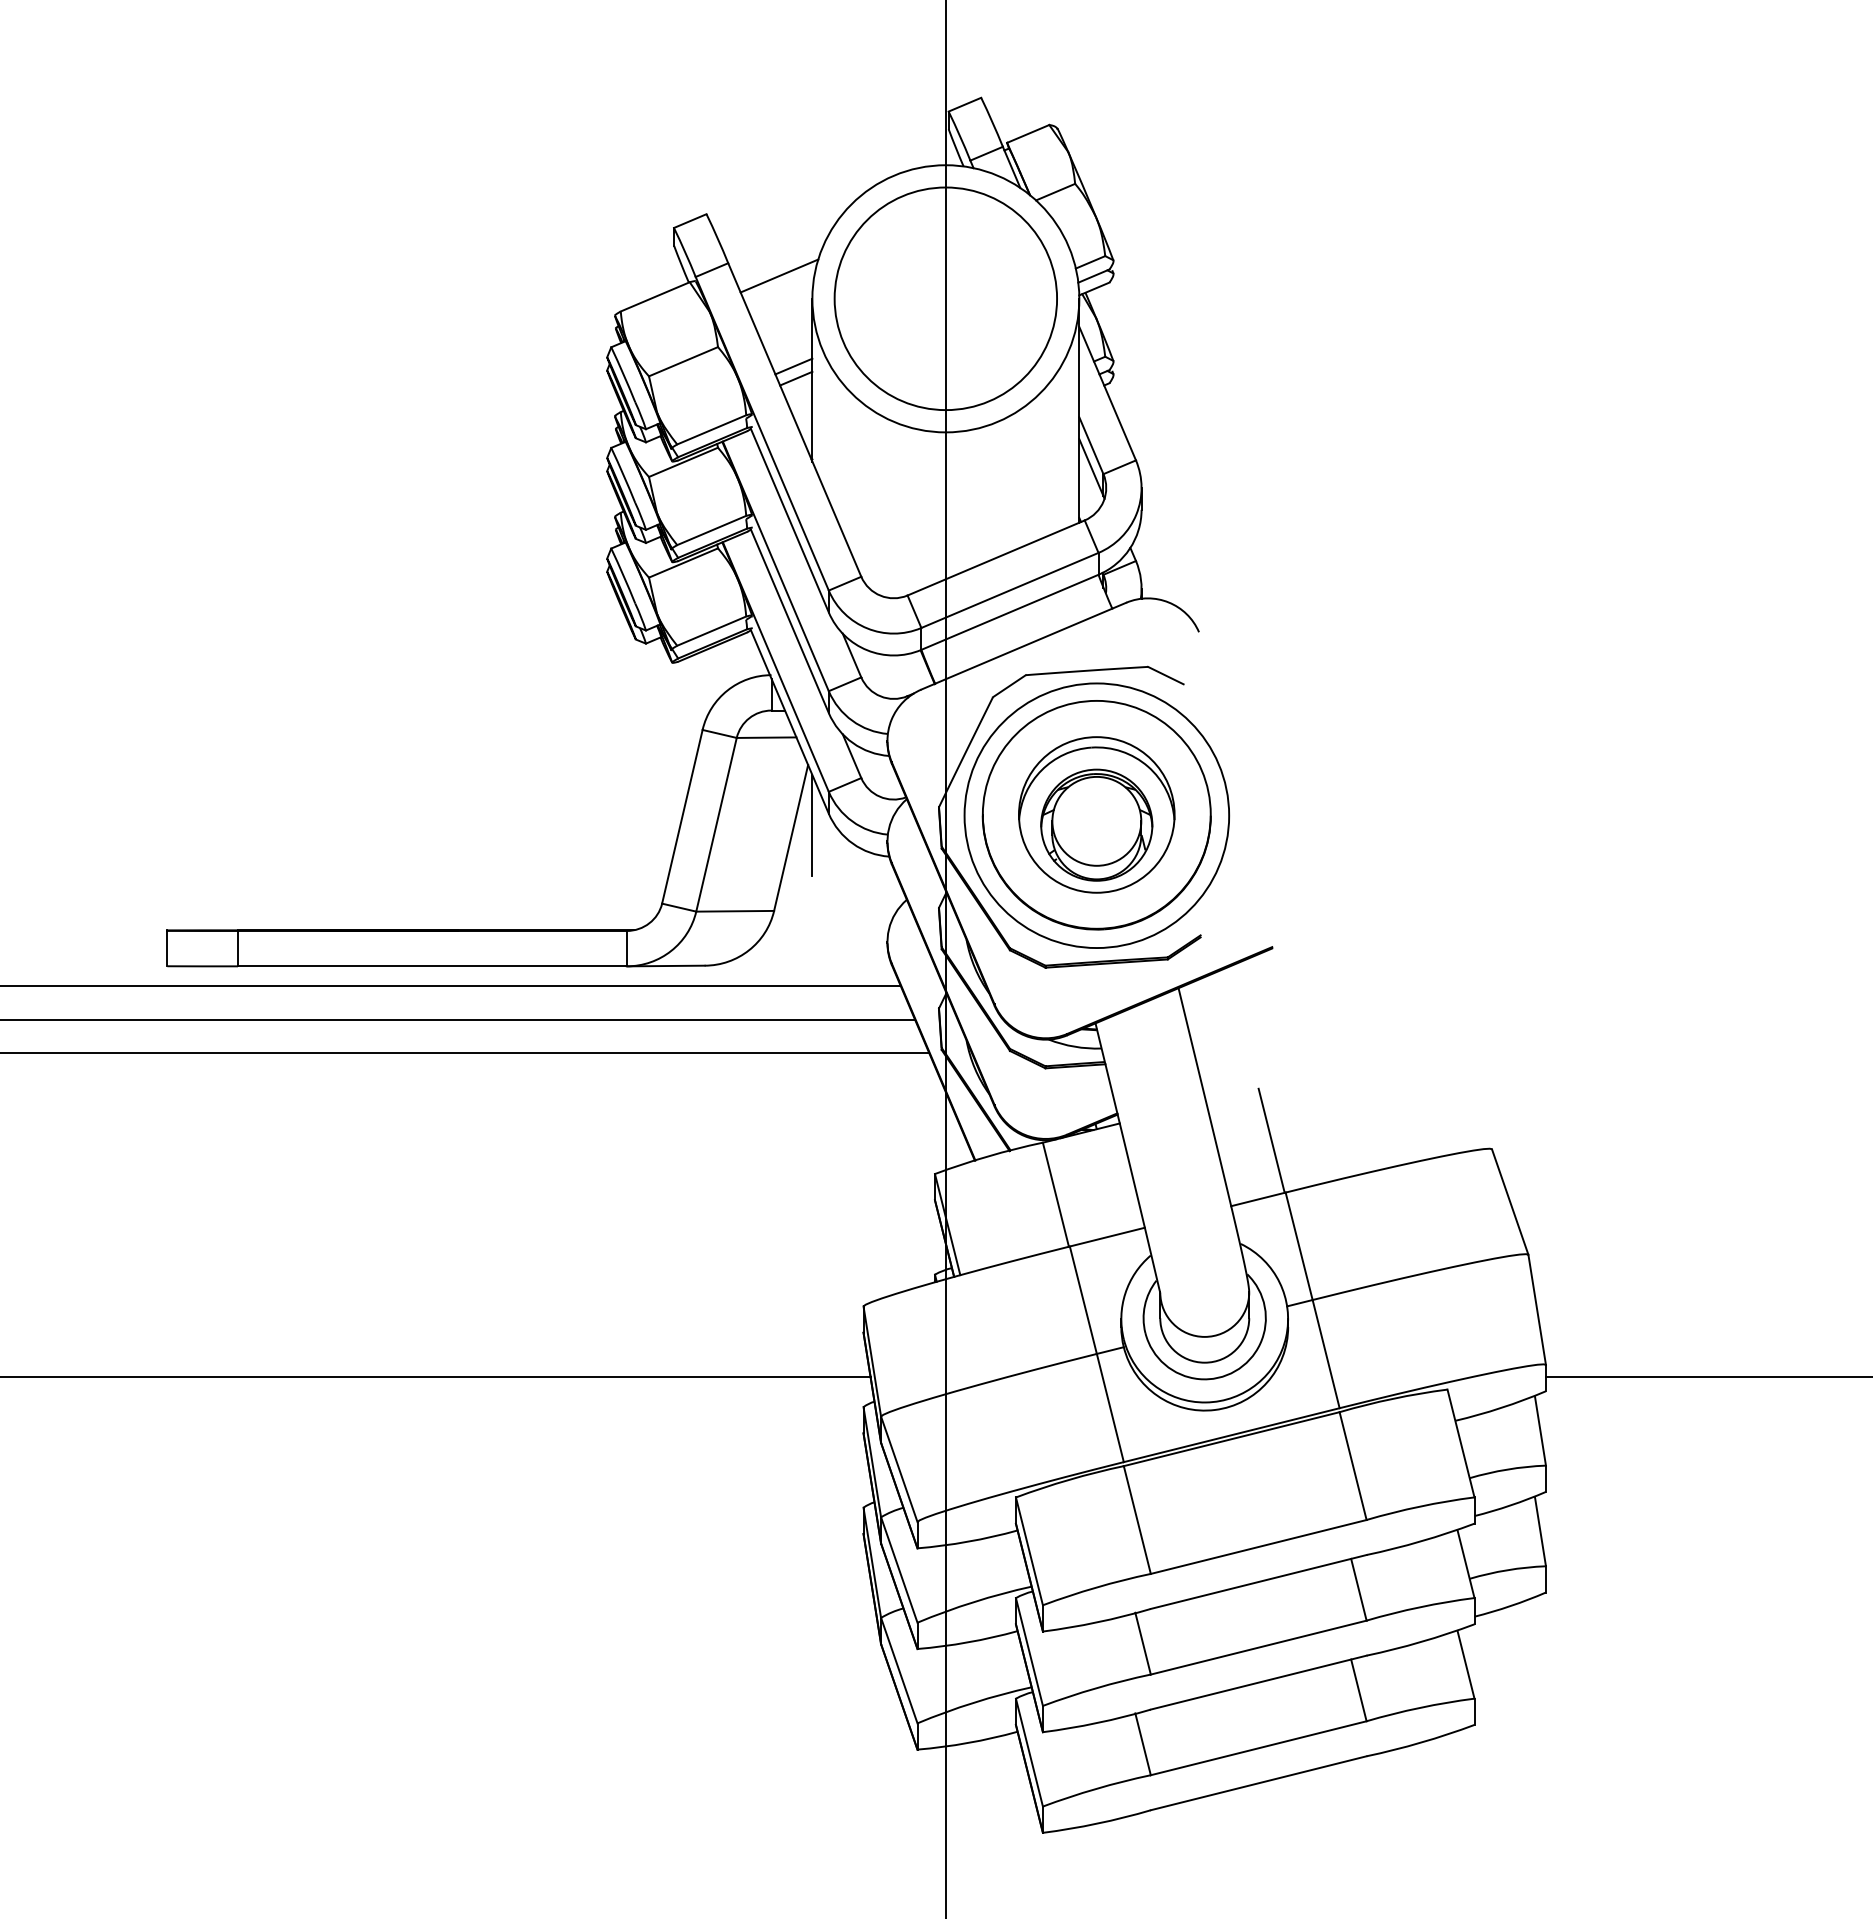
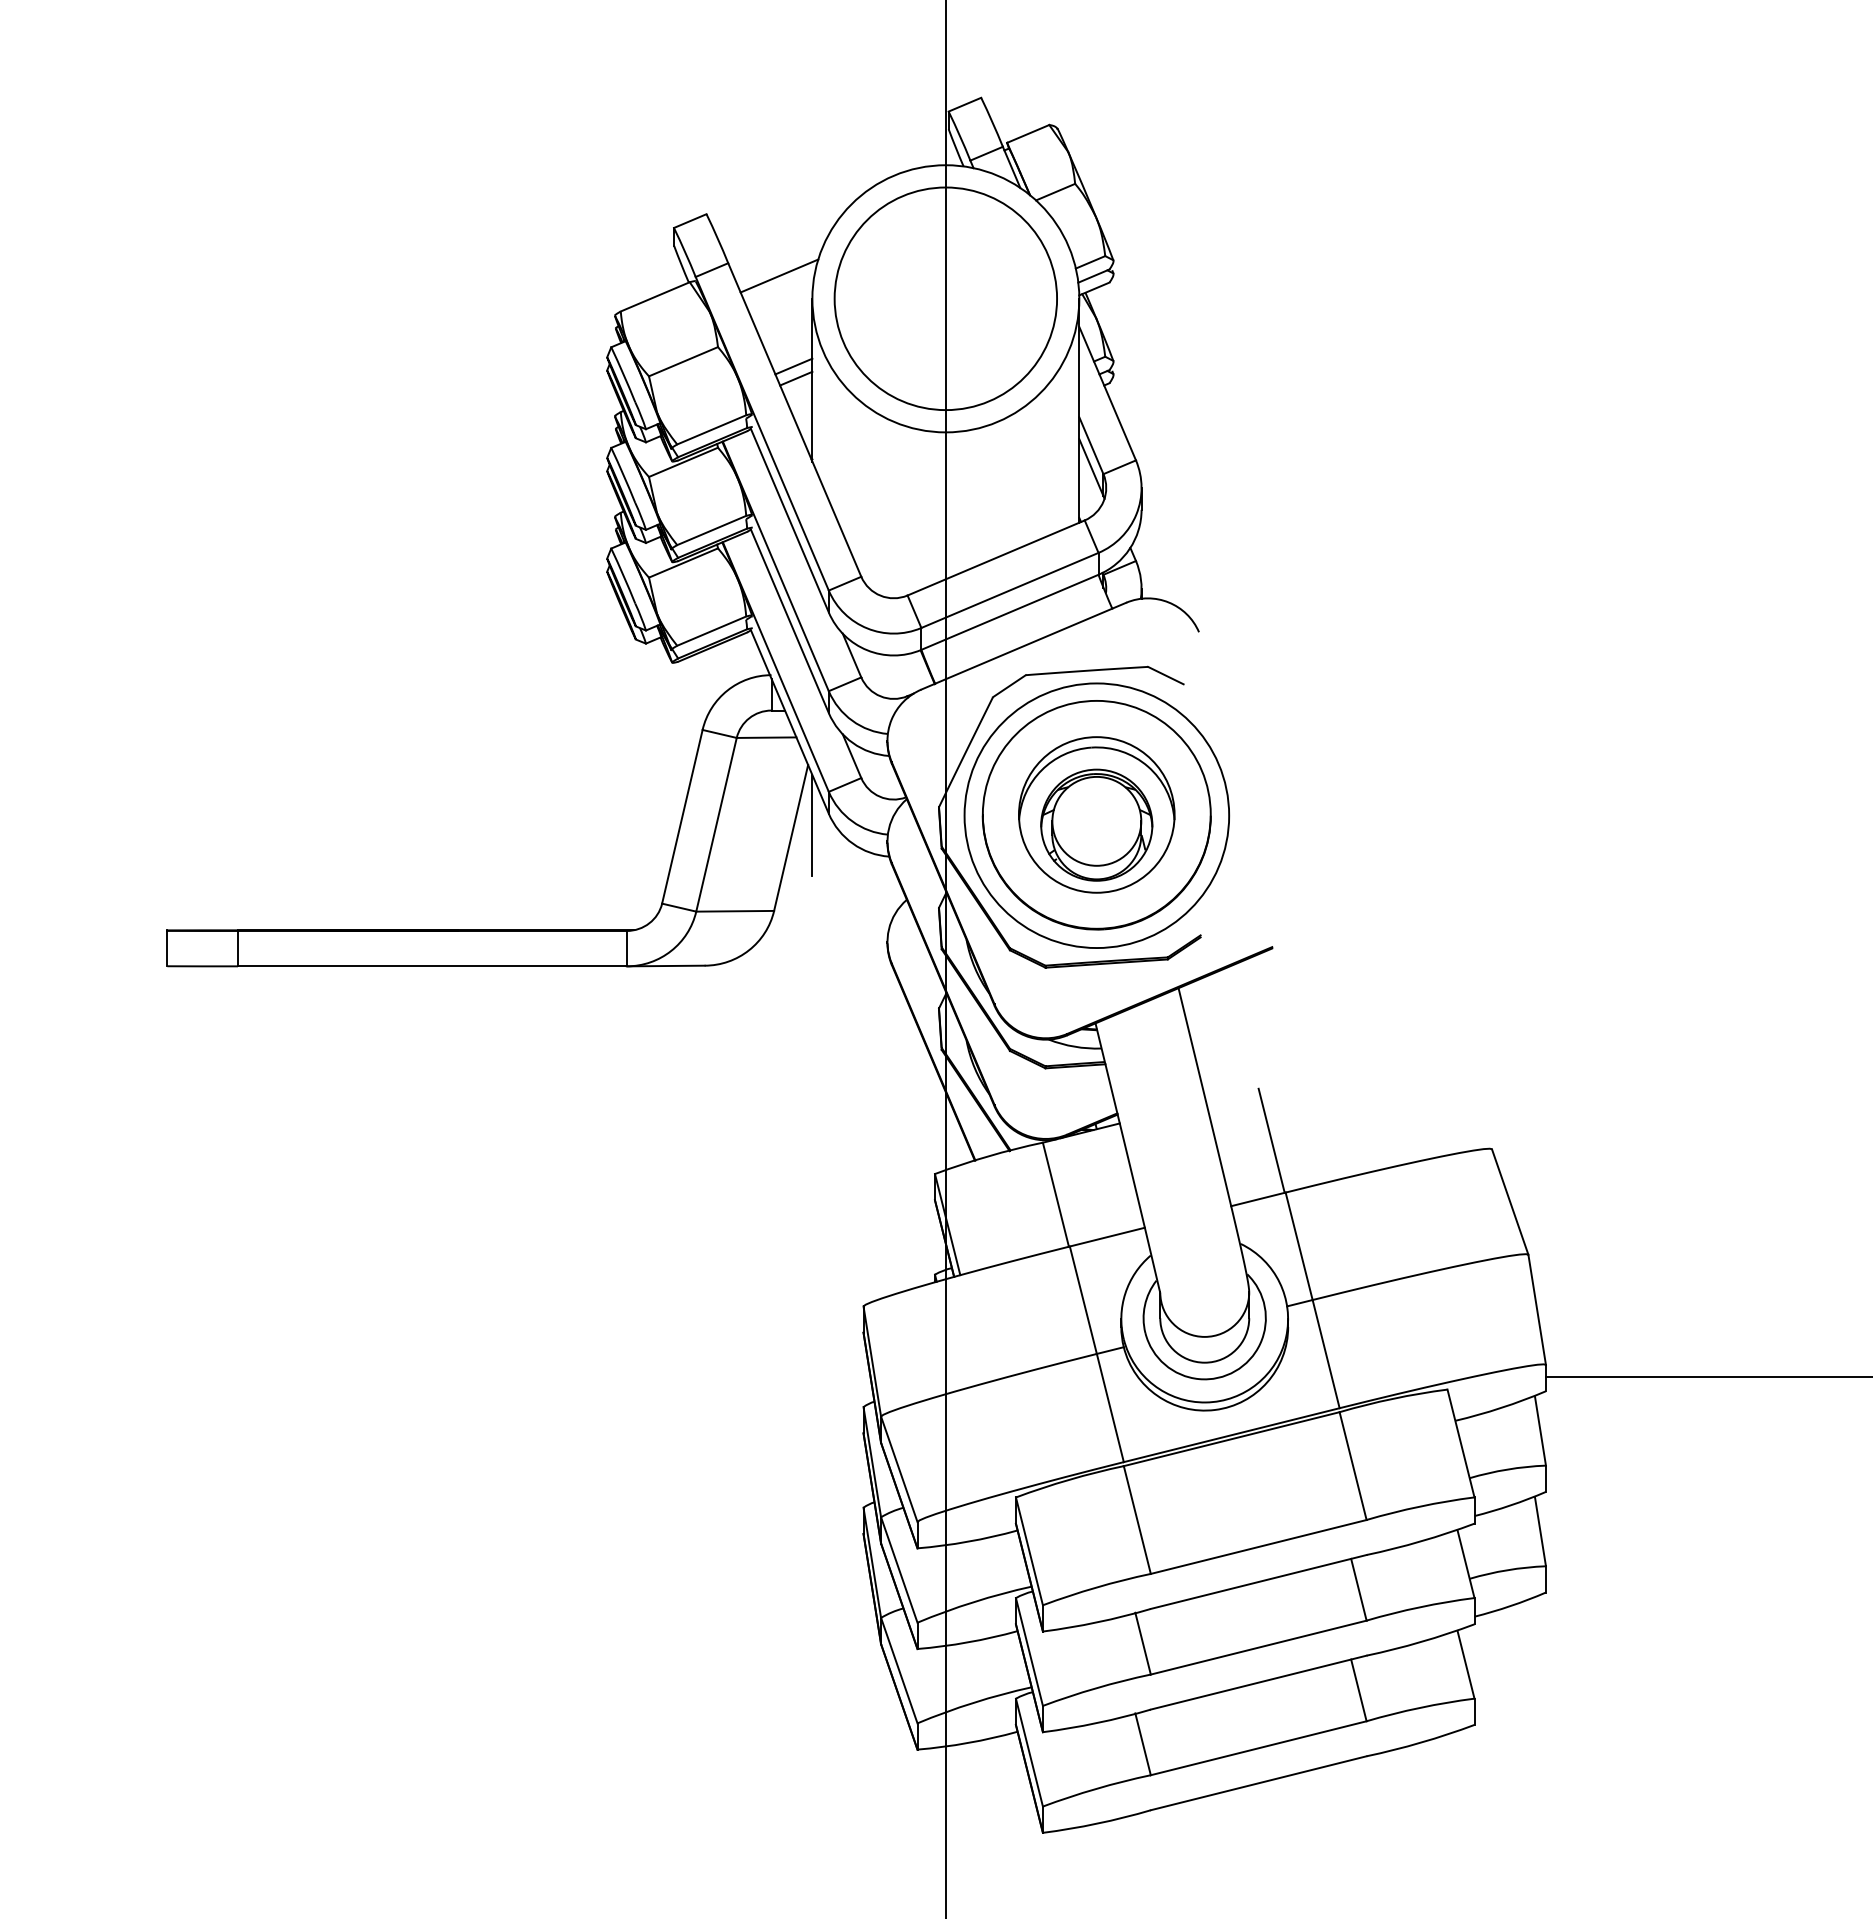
line at (451, 986): present -> none
line at (458, 1019): present -> none
line at (465, 1052): present -> none
line at (436, 1376): present -> none
